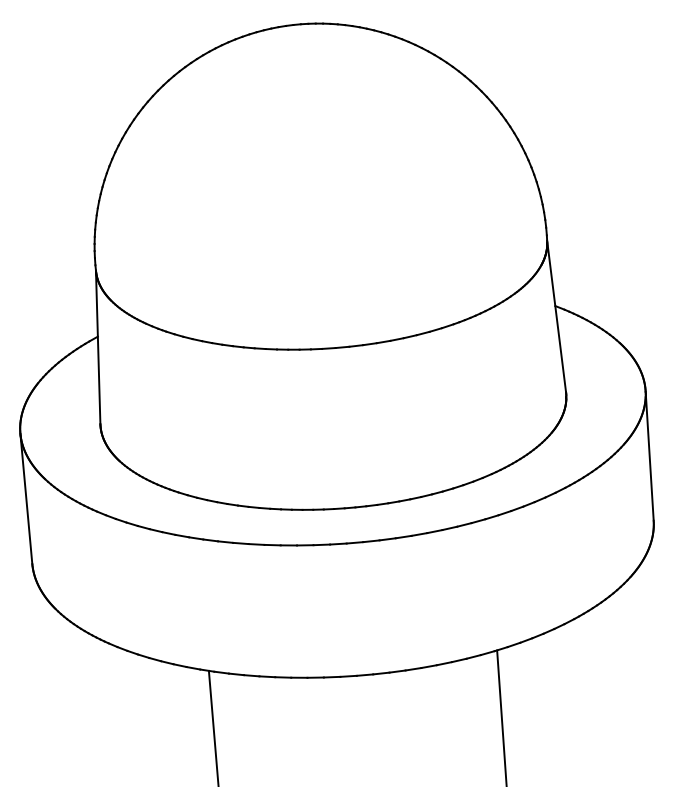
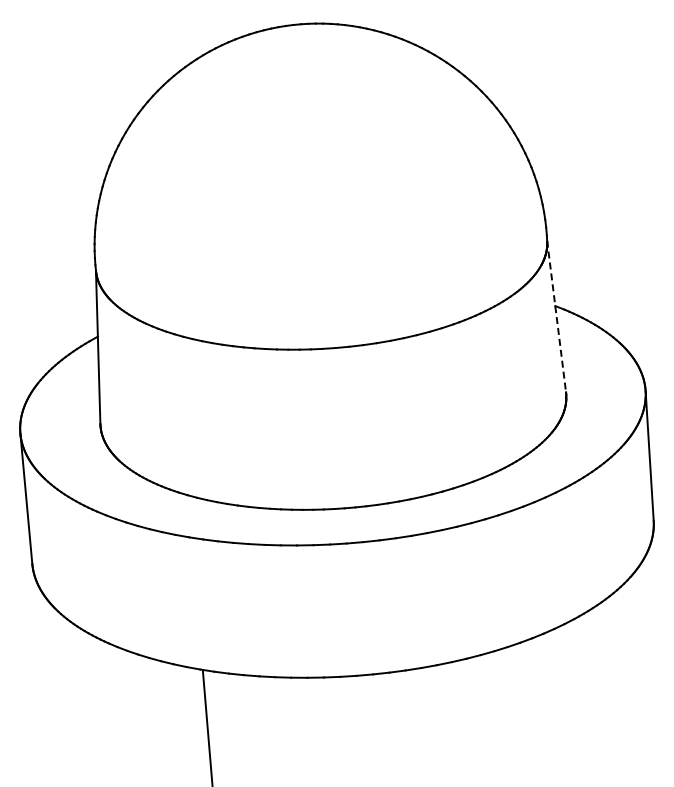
line at (556, 316): solid -> dashed
line at (501, 716): present -> none
line at (213, 726) position: (213, 726) -> (207, 726)
